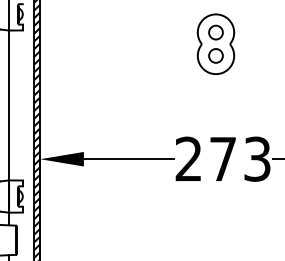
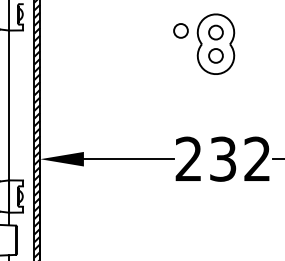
circle at (180, 30): none -> present
text at (240, 158): 273 -> 232
